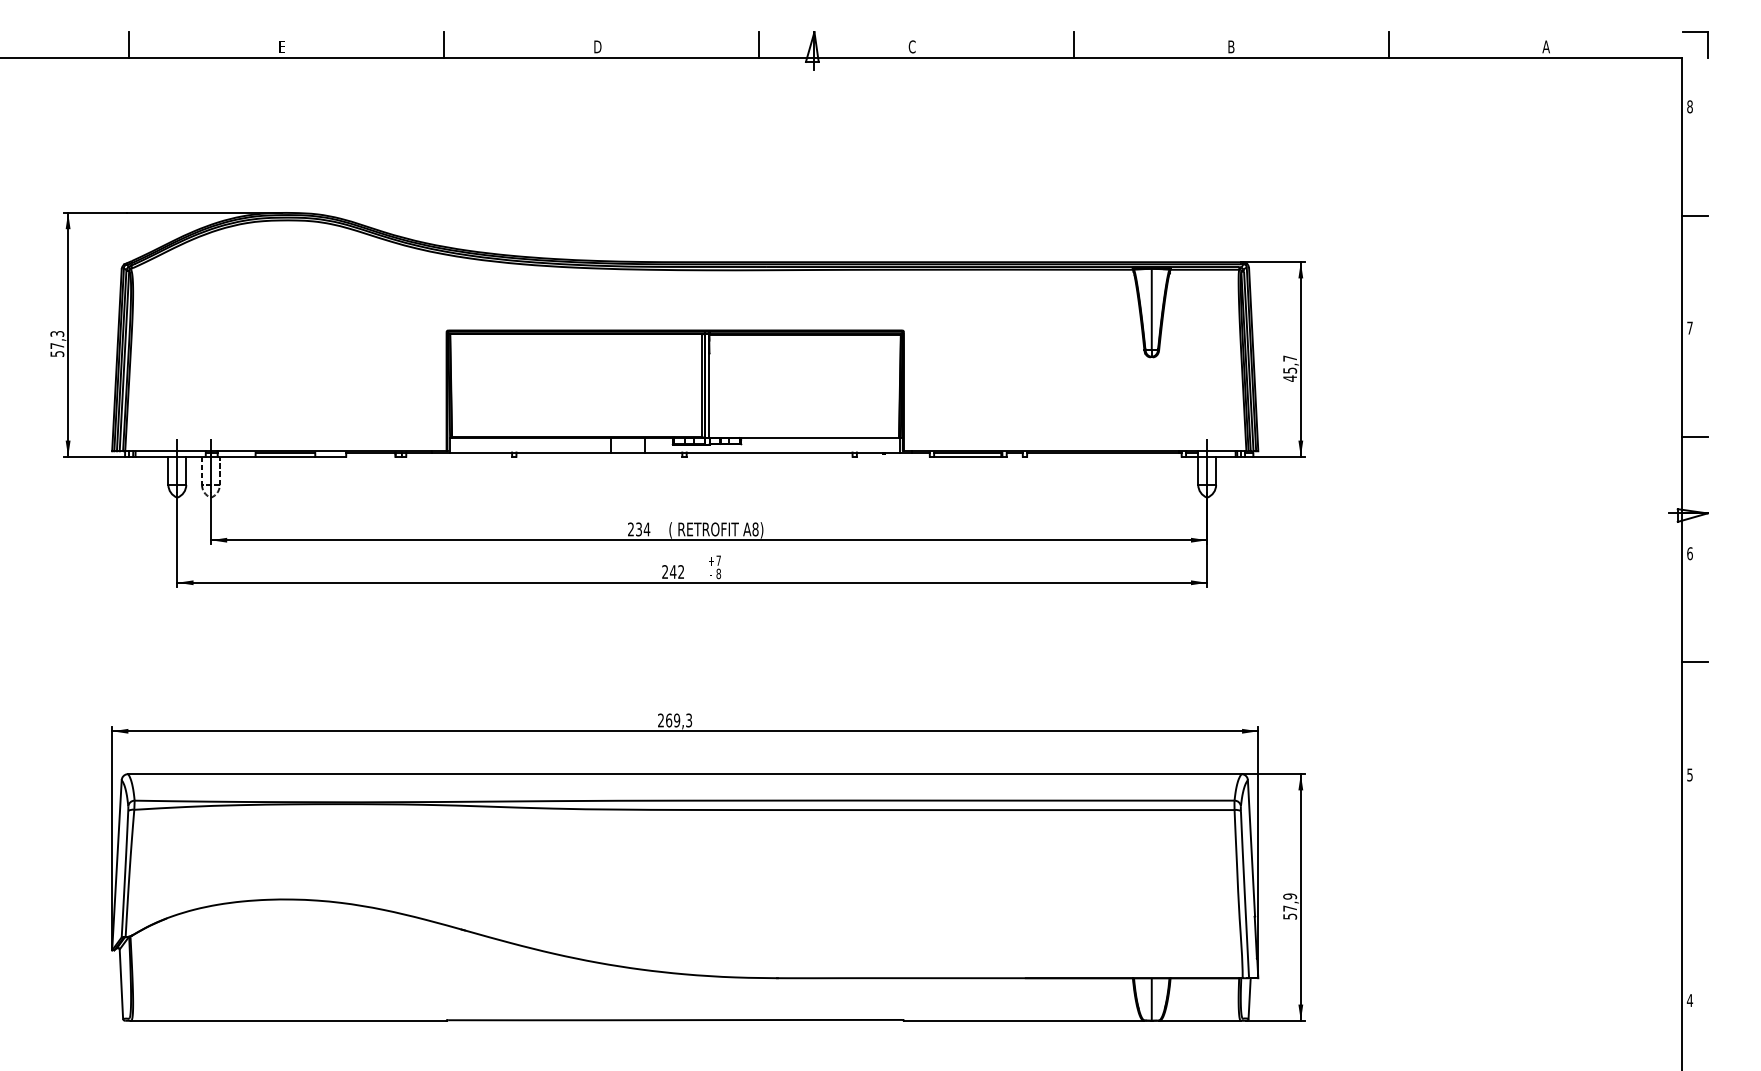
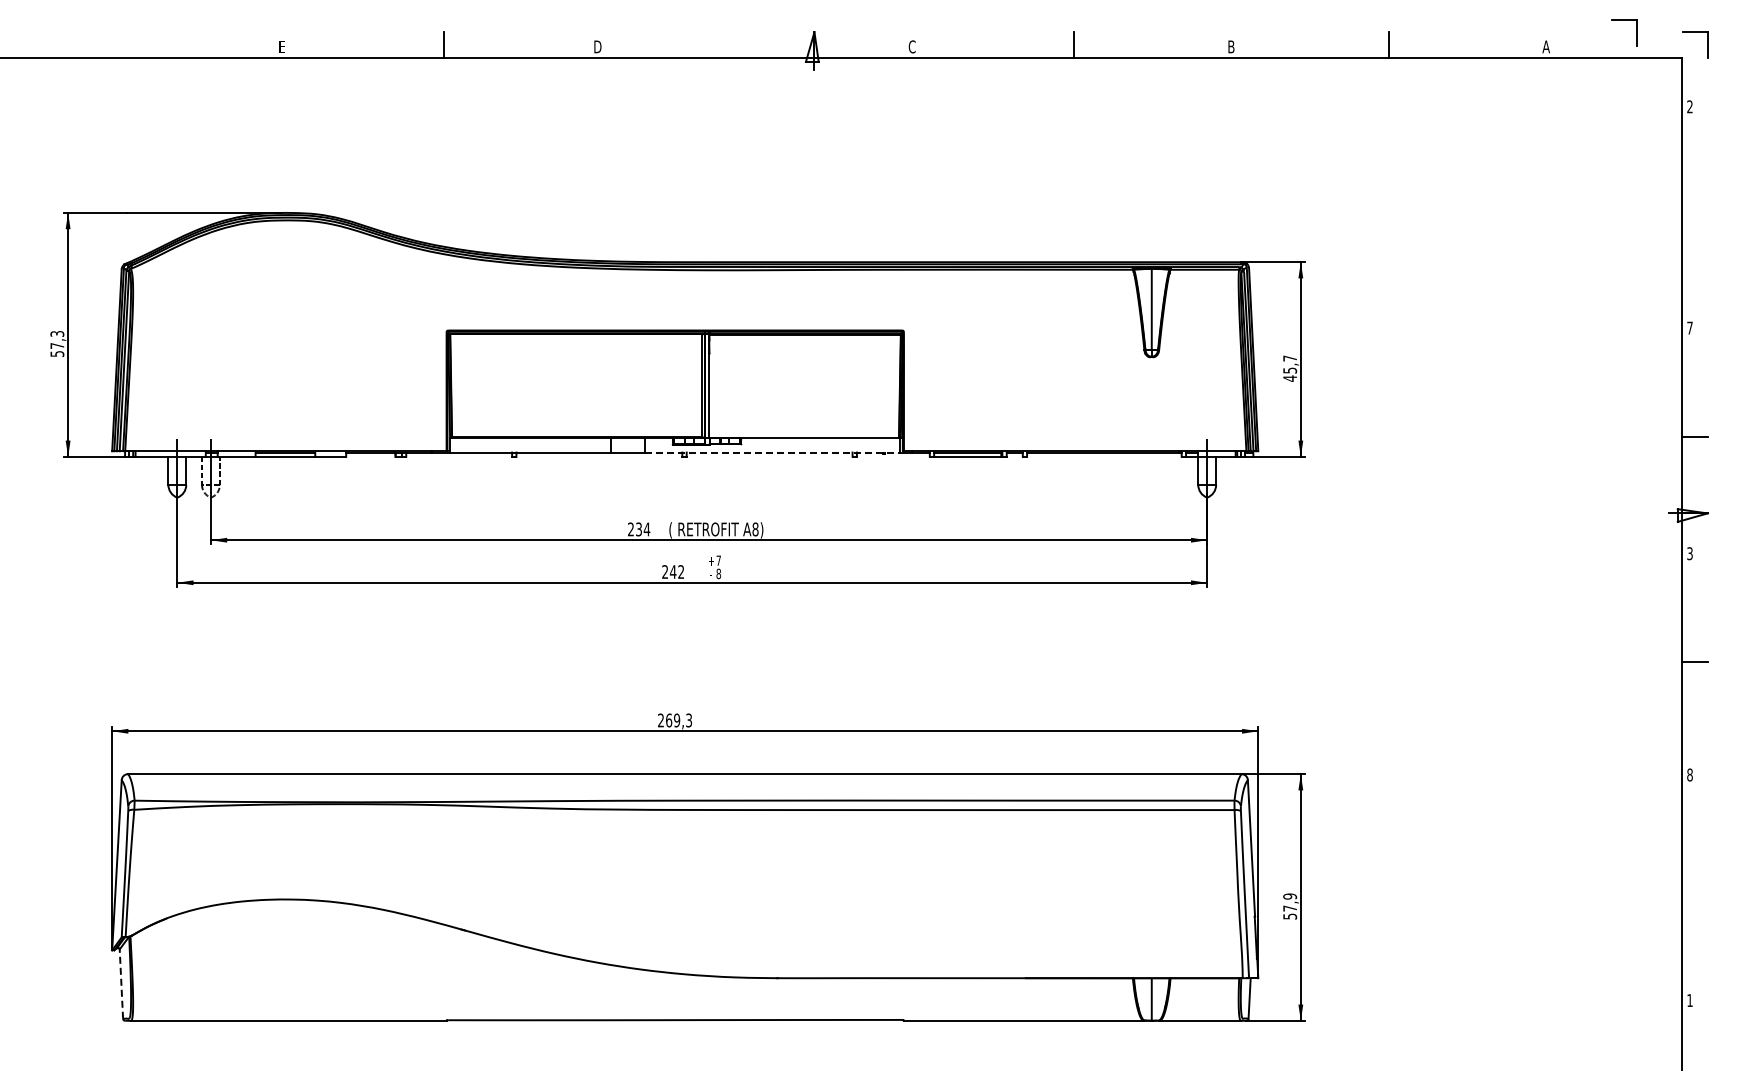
part at (1624, 20): none -> present
line at (129, 44): present -> none
line at (759, 44): present -> none
text at (1689, 106): 8 -> 2
line at (1694, 215): present -> none
line at (772, 452): solid -> dashed
text at (1689, 553): 6 -> 3
text at (1689, 774): 5 -> 8
line at (121, 984): solid -> dashed
text at (1689, 1000): 4 -> 1
